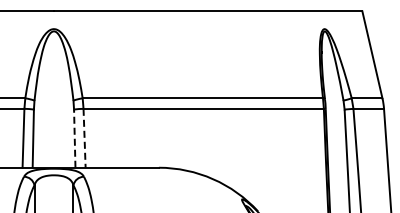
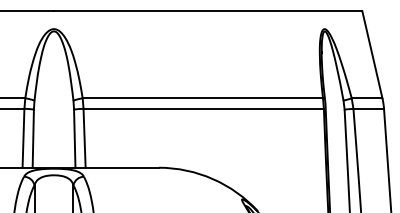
line at (74, 138): dashed -> solid
line at (84, 138): dashed -> solid
